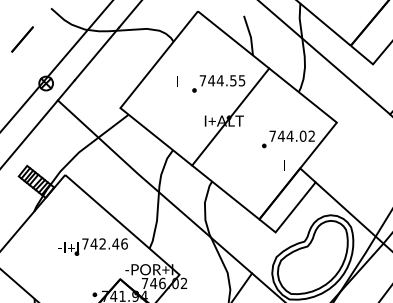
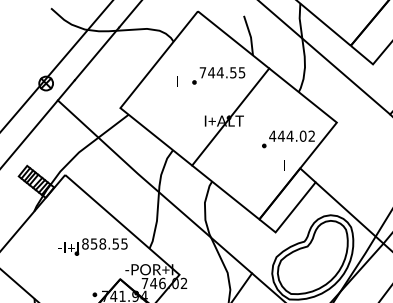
line at (22, 39): present -> none
part at (218, 83) position: (218, 83) -> (218, 75)
text at (272, 135): 744.02 -> 444.02
text at (104, 243): 742.46 -> 858.55
